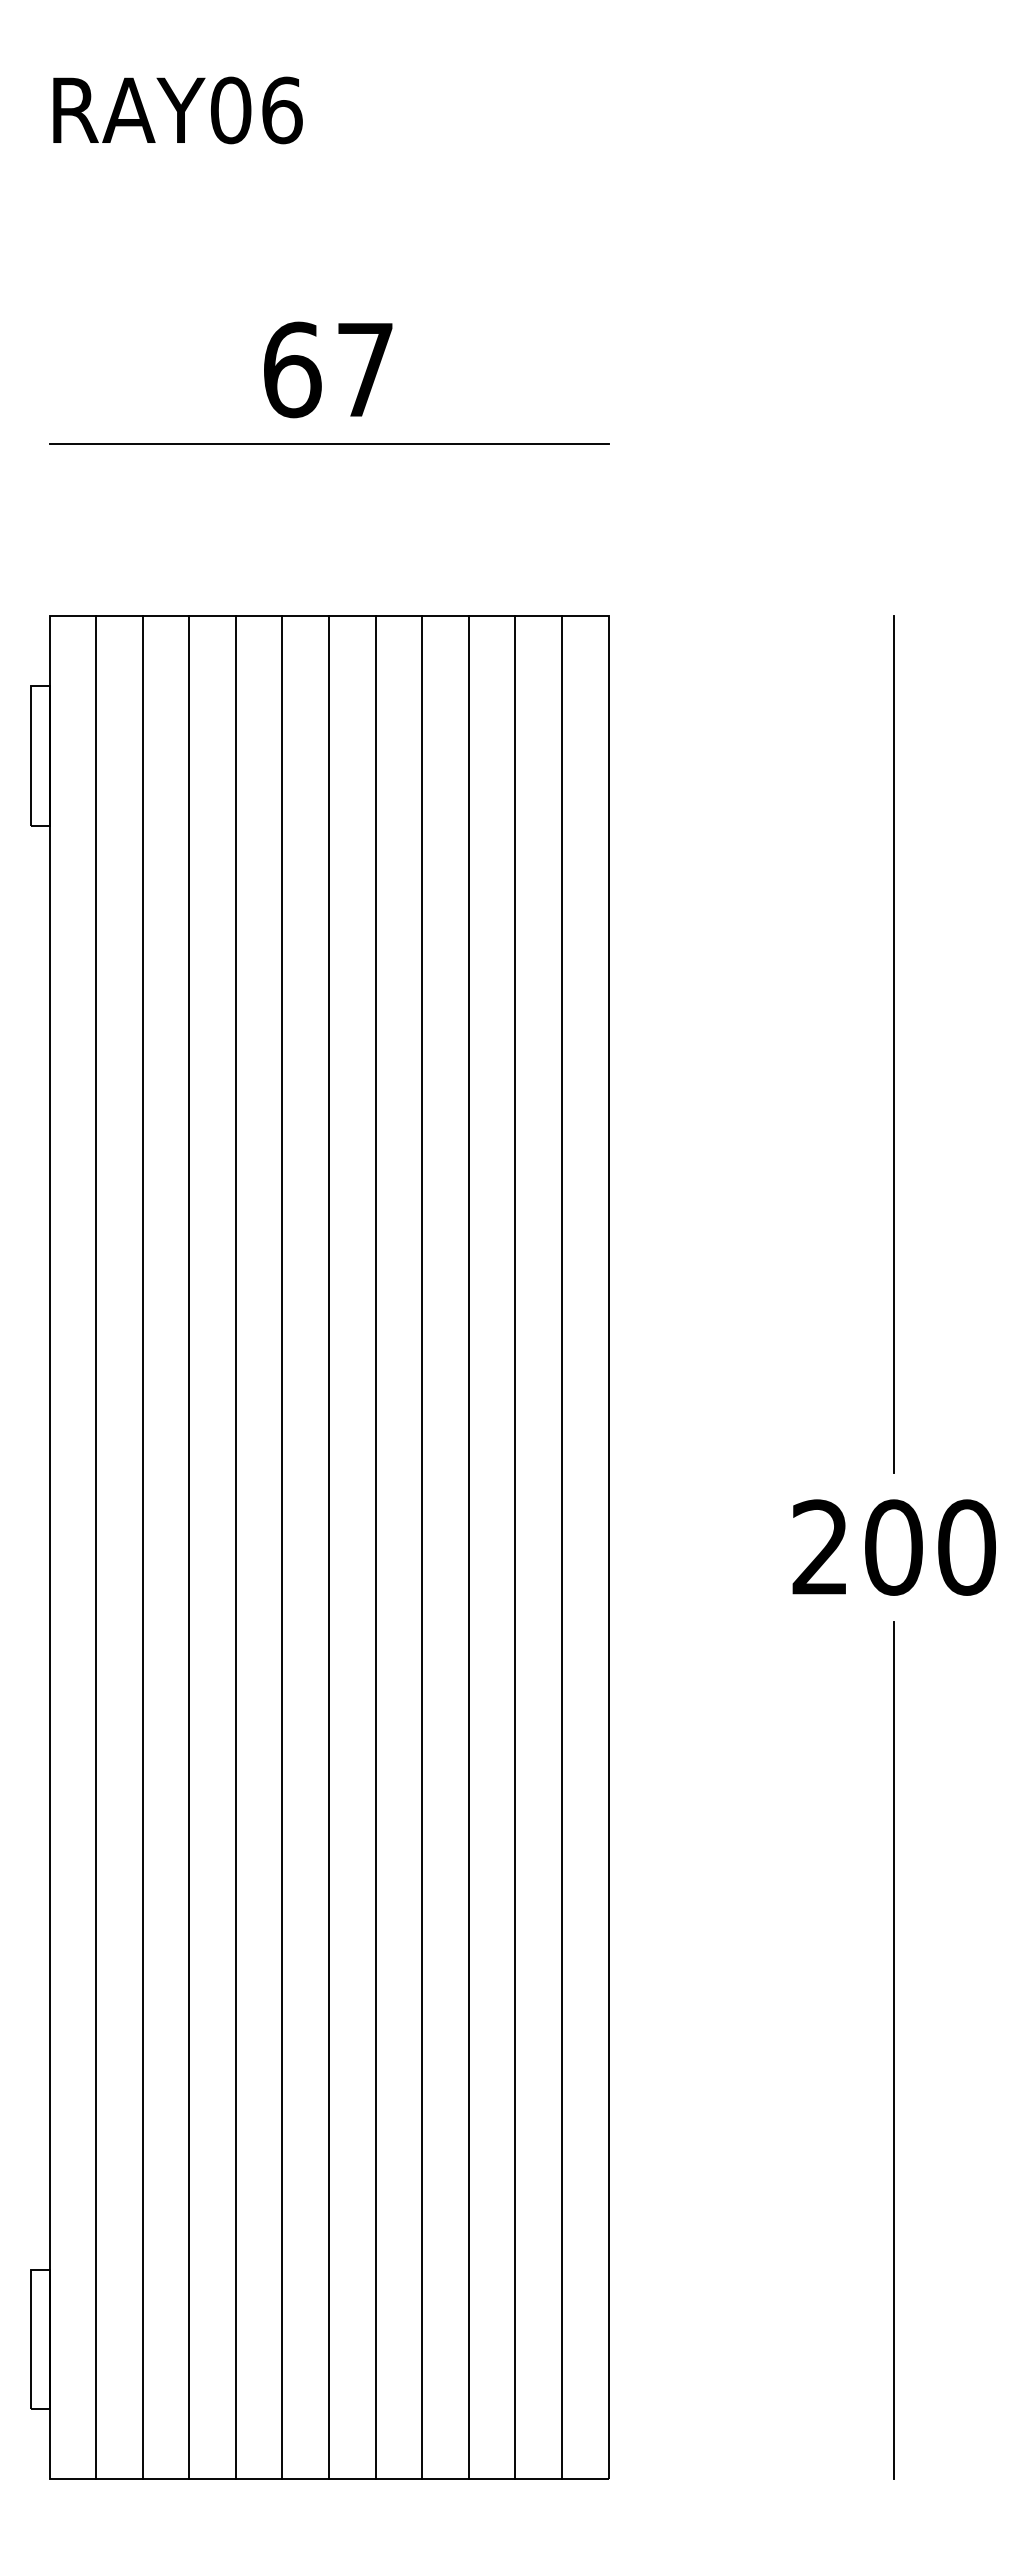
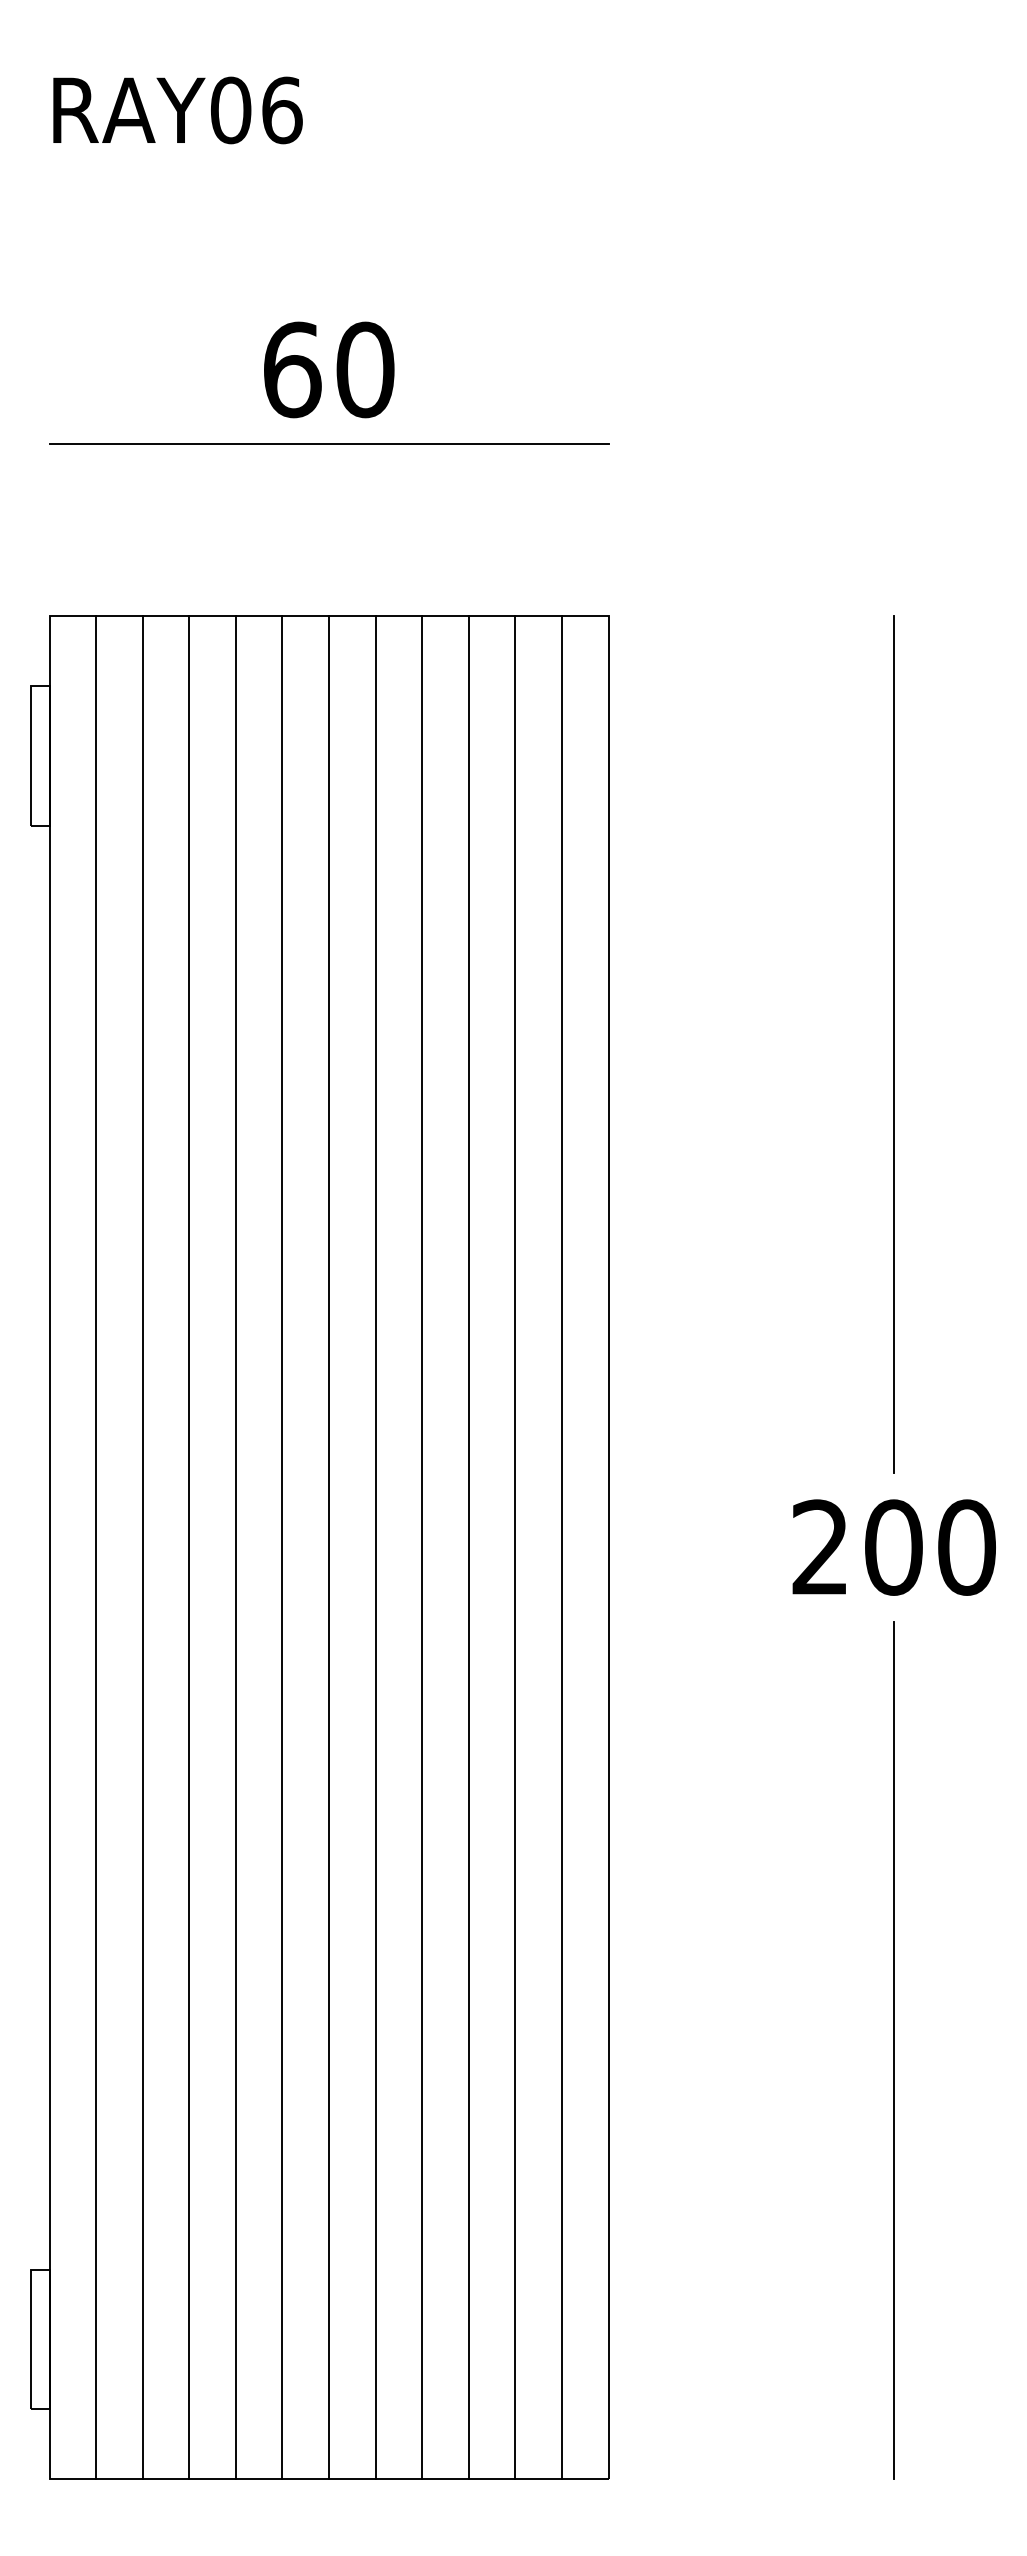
text at (365, 369): 67 -> 60
